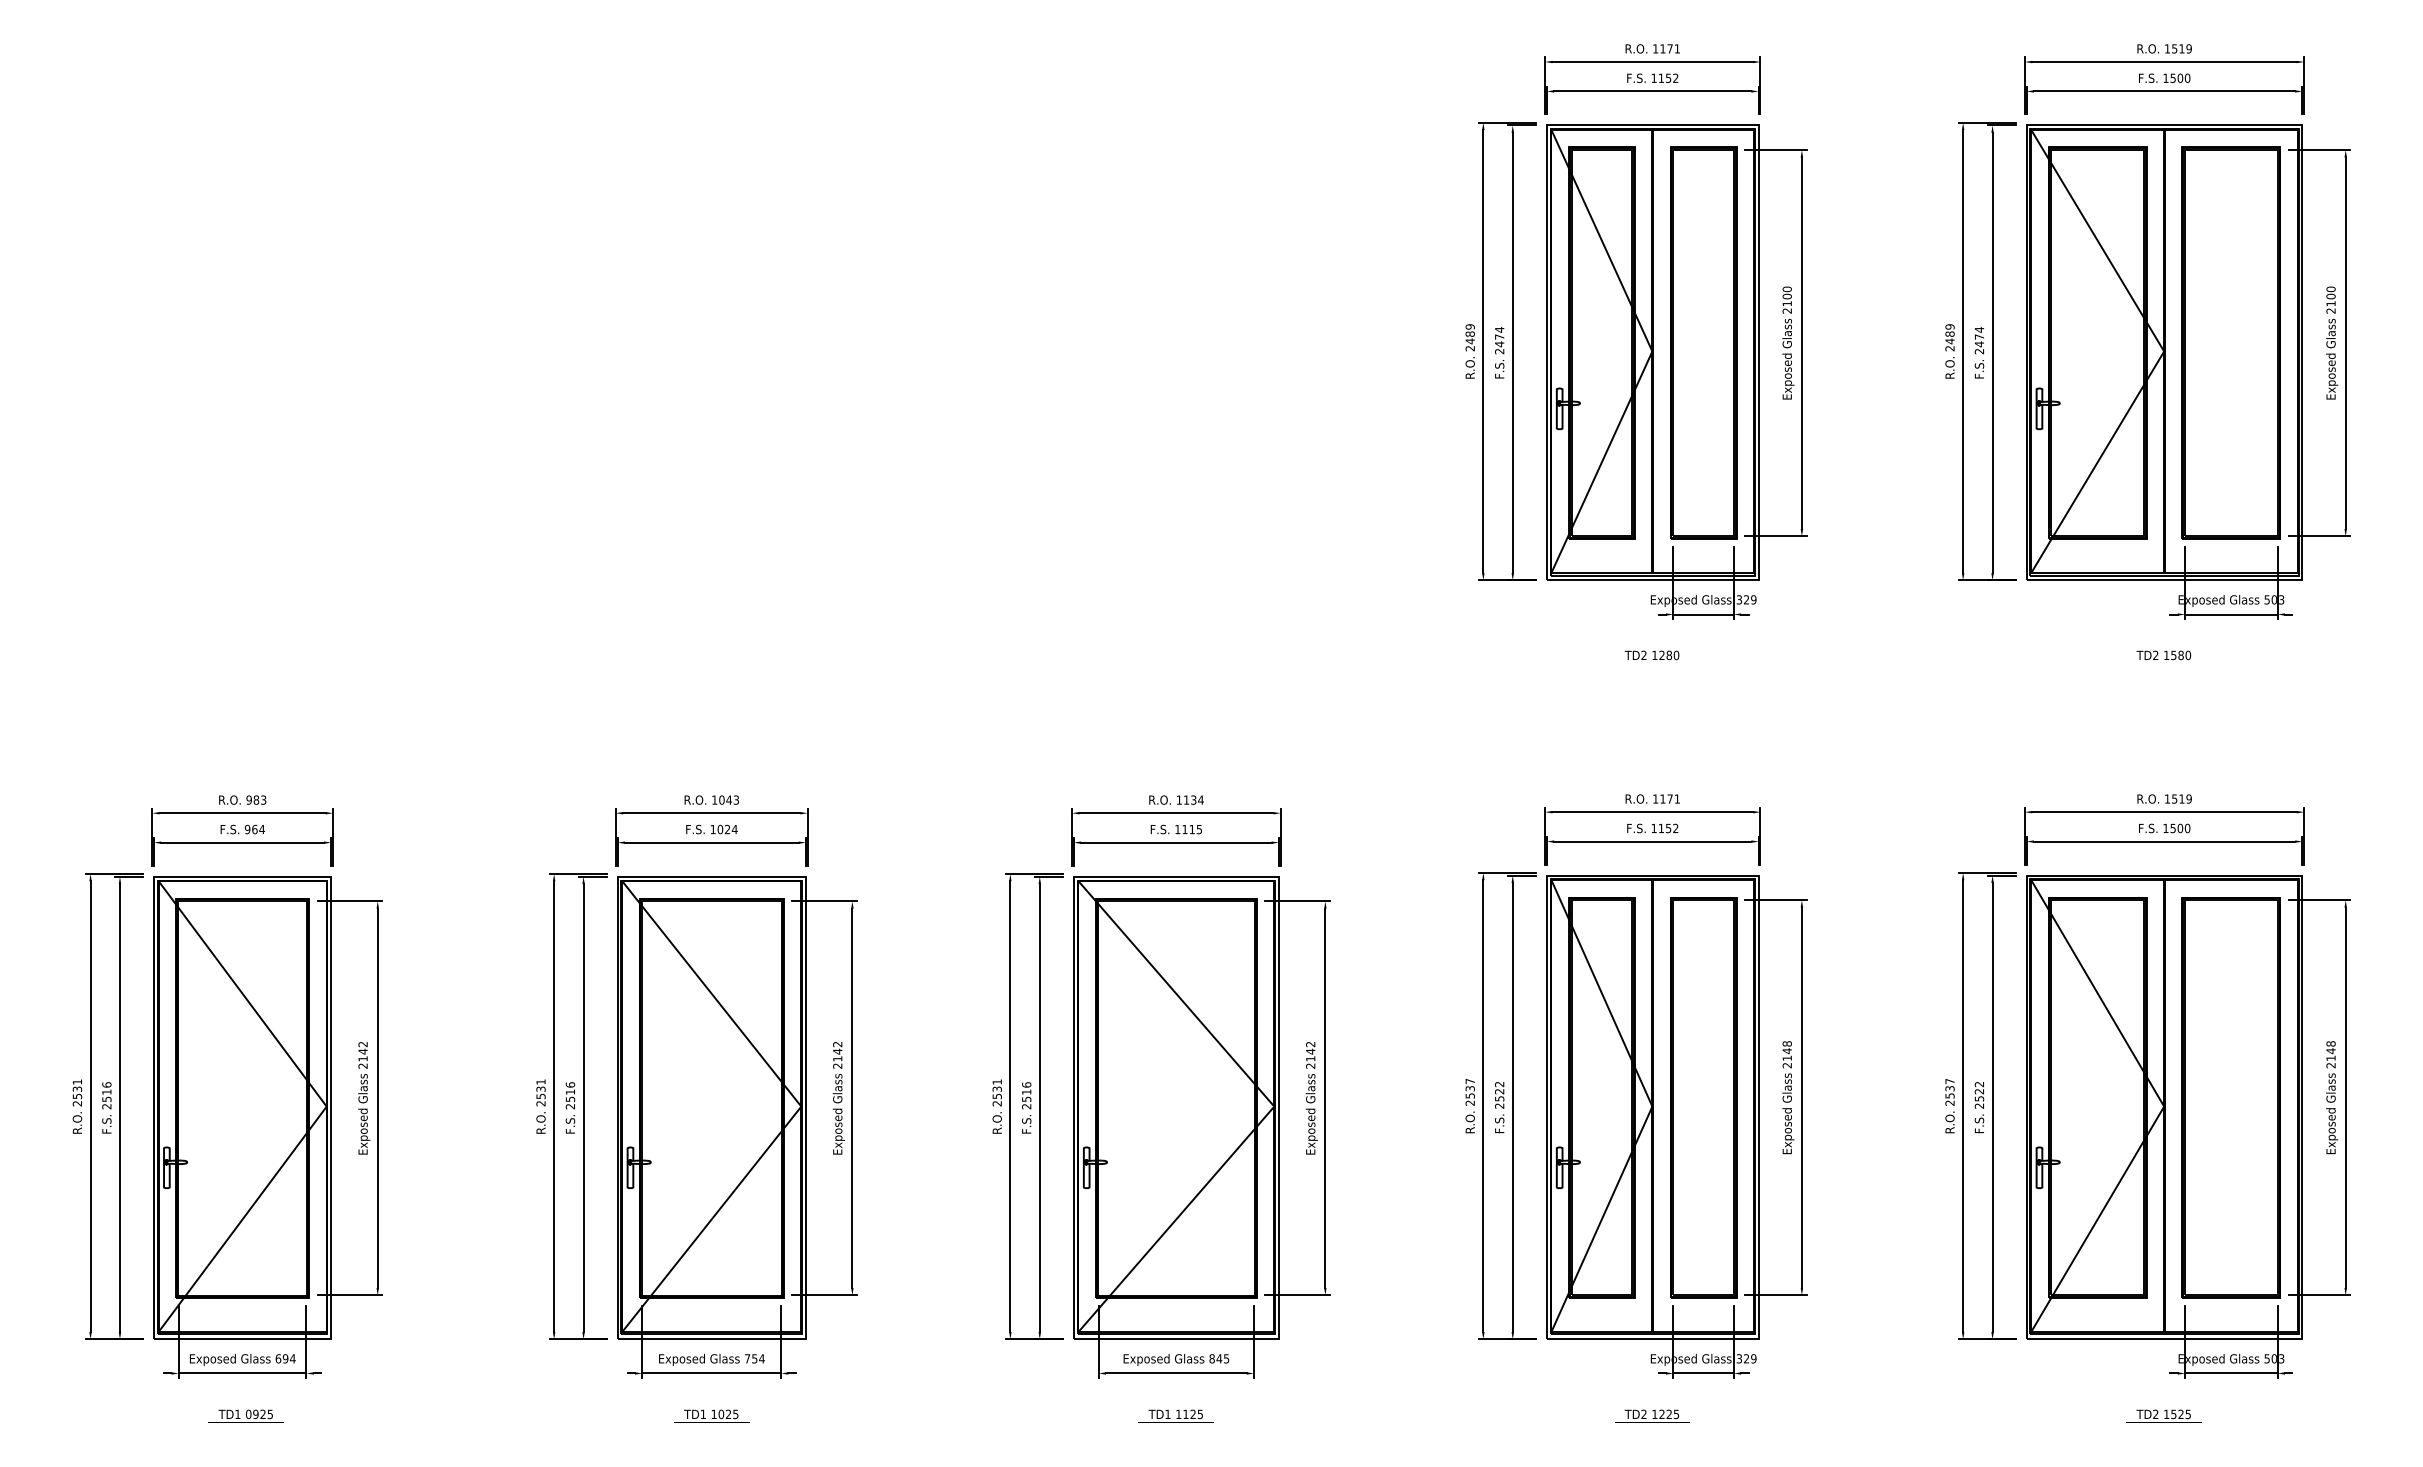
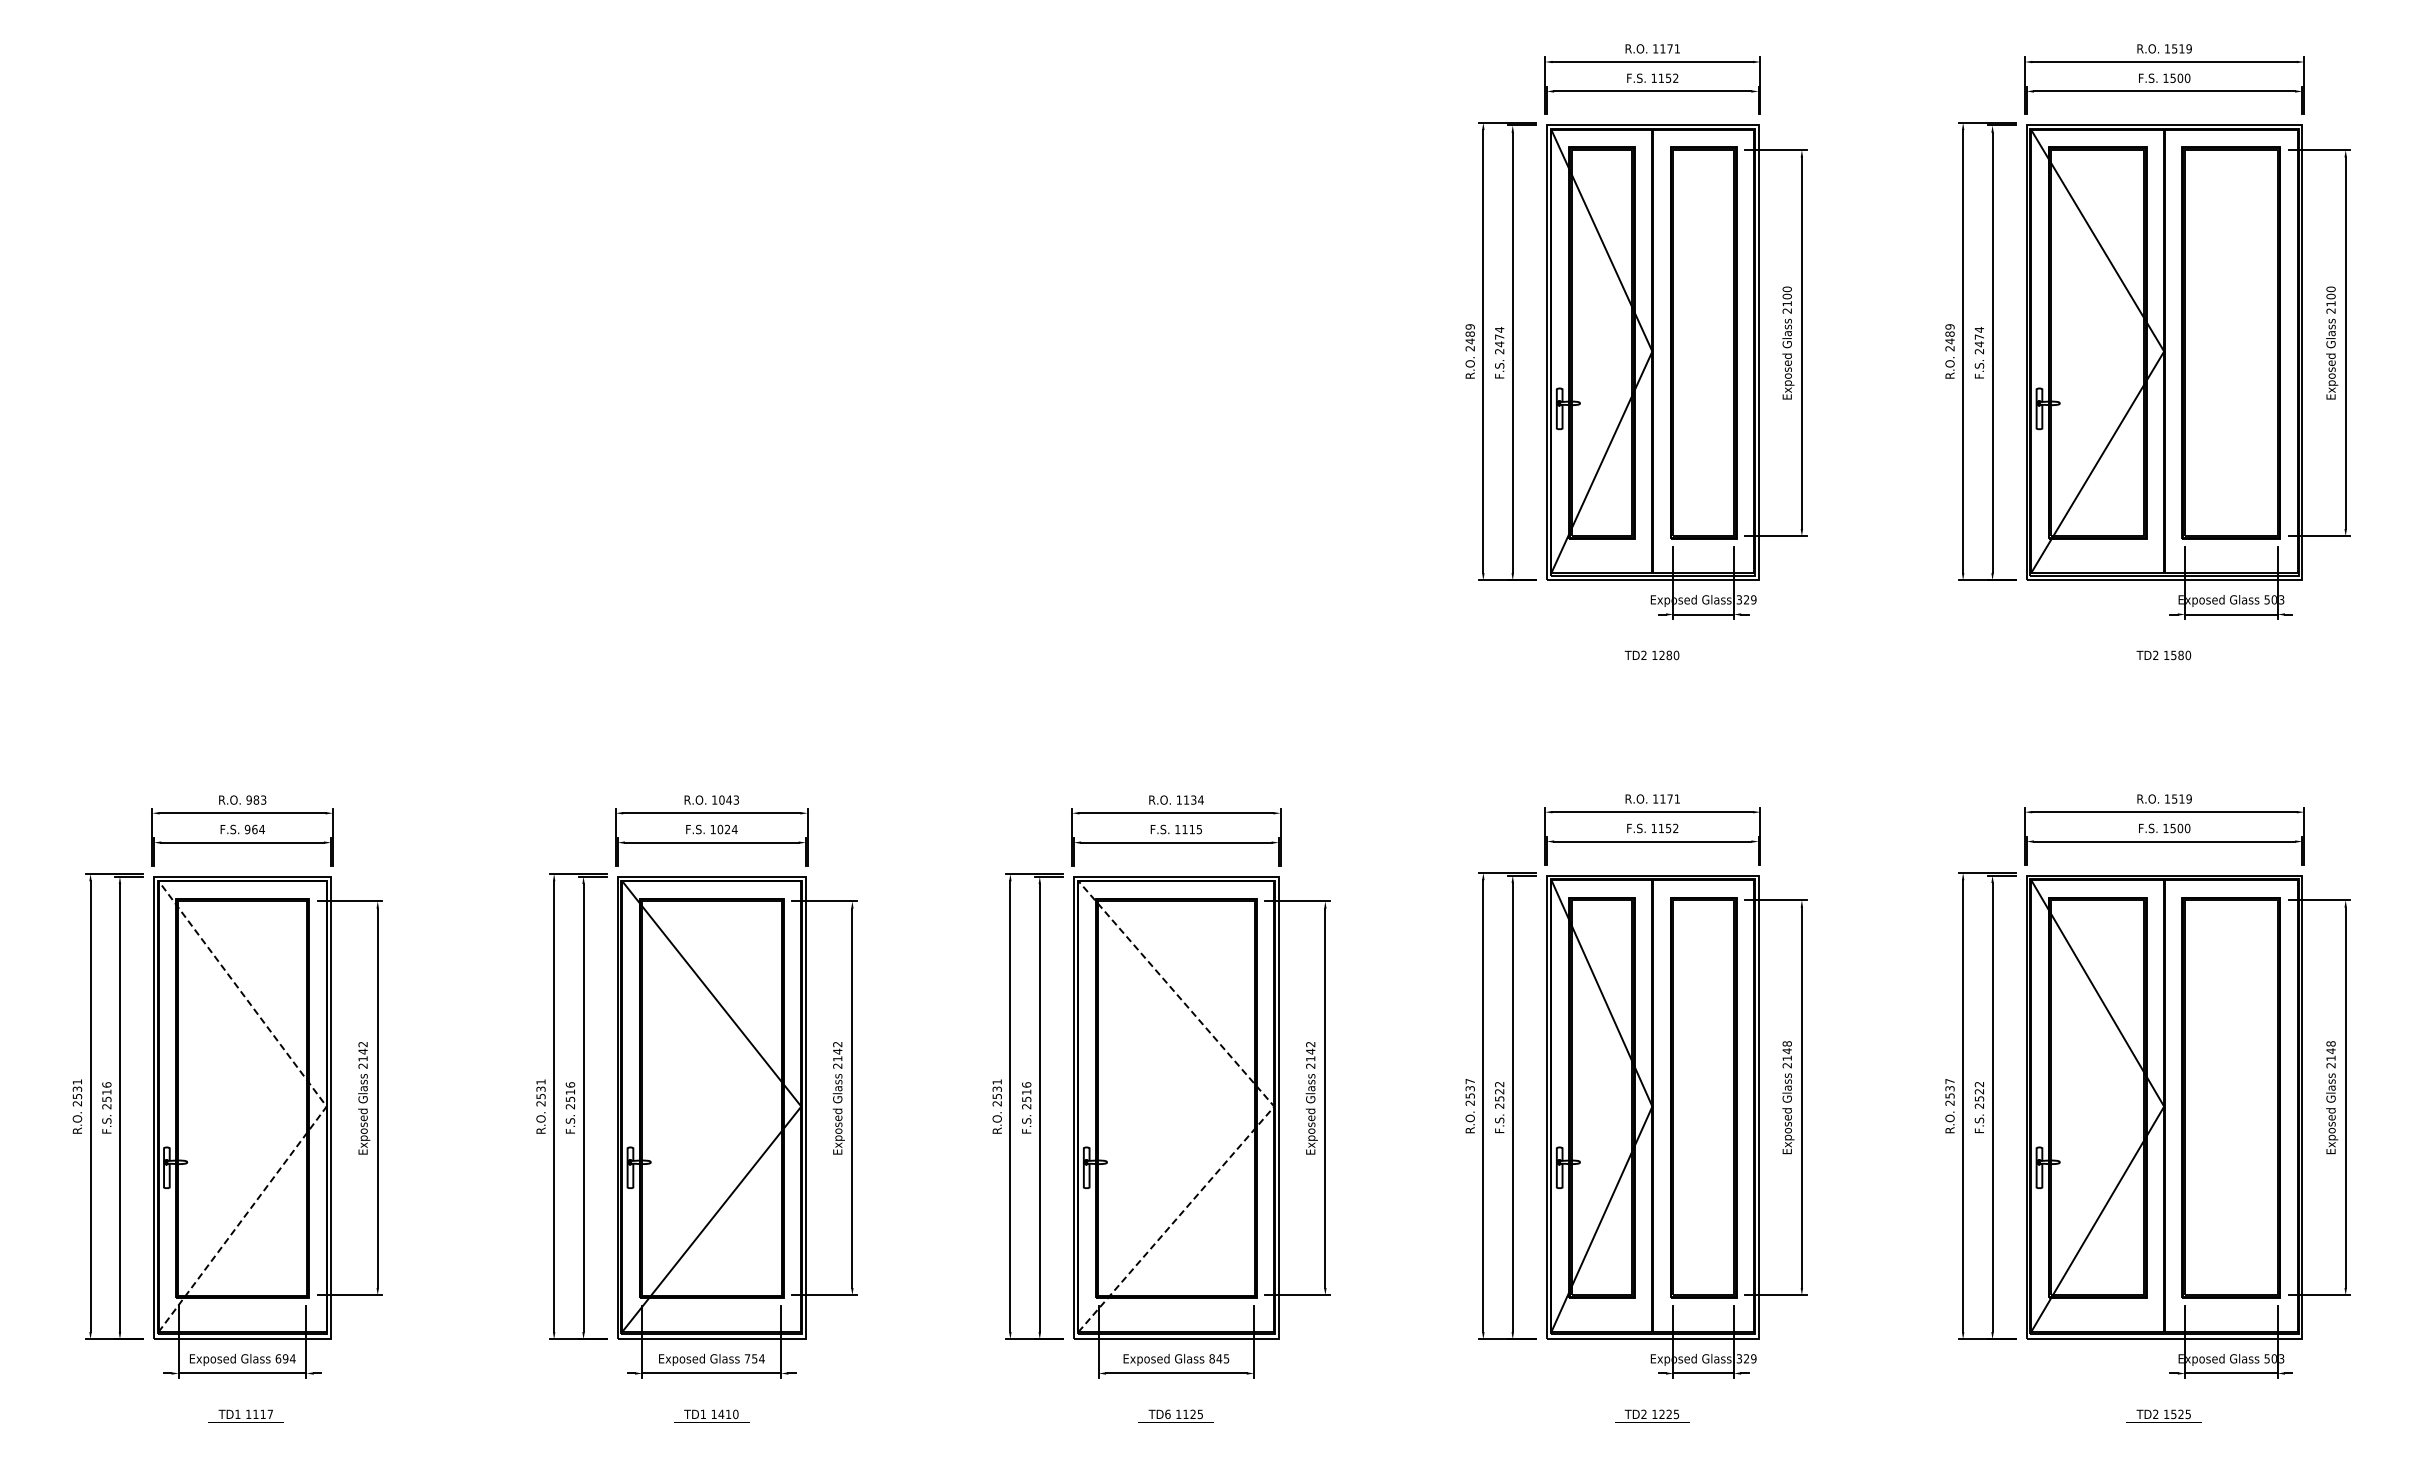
line at (326, 1106): solid -> dashed
line at (1274, 1106): solid -> dashed
text at (259, 1414): 0925 -> 1117
text at (728, 1414): 1025 -> 1410
text at (1167, 1414): TD1 -> TD6
